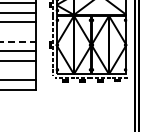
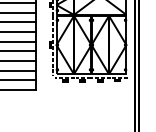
line at (19, 32): none -> present
line at (18, 41): dashed -> solid
line at (19, 70): none -> present
